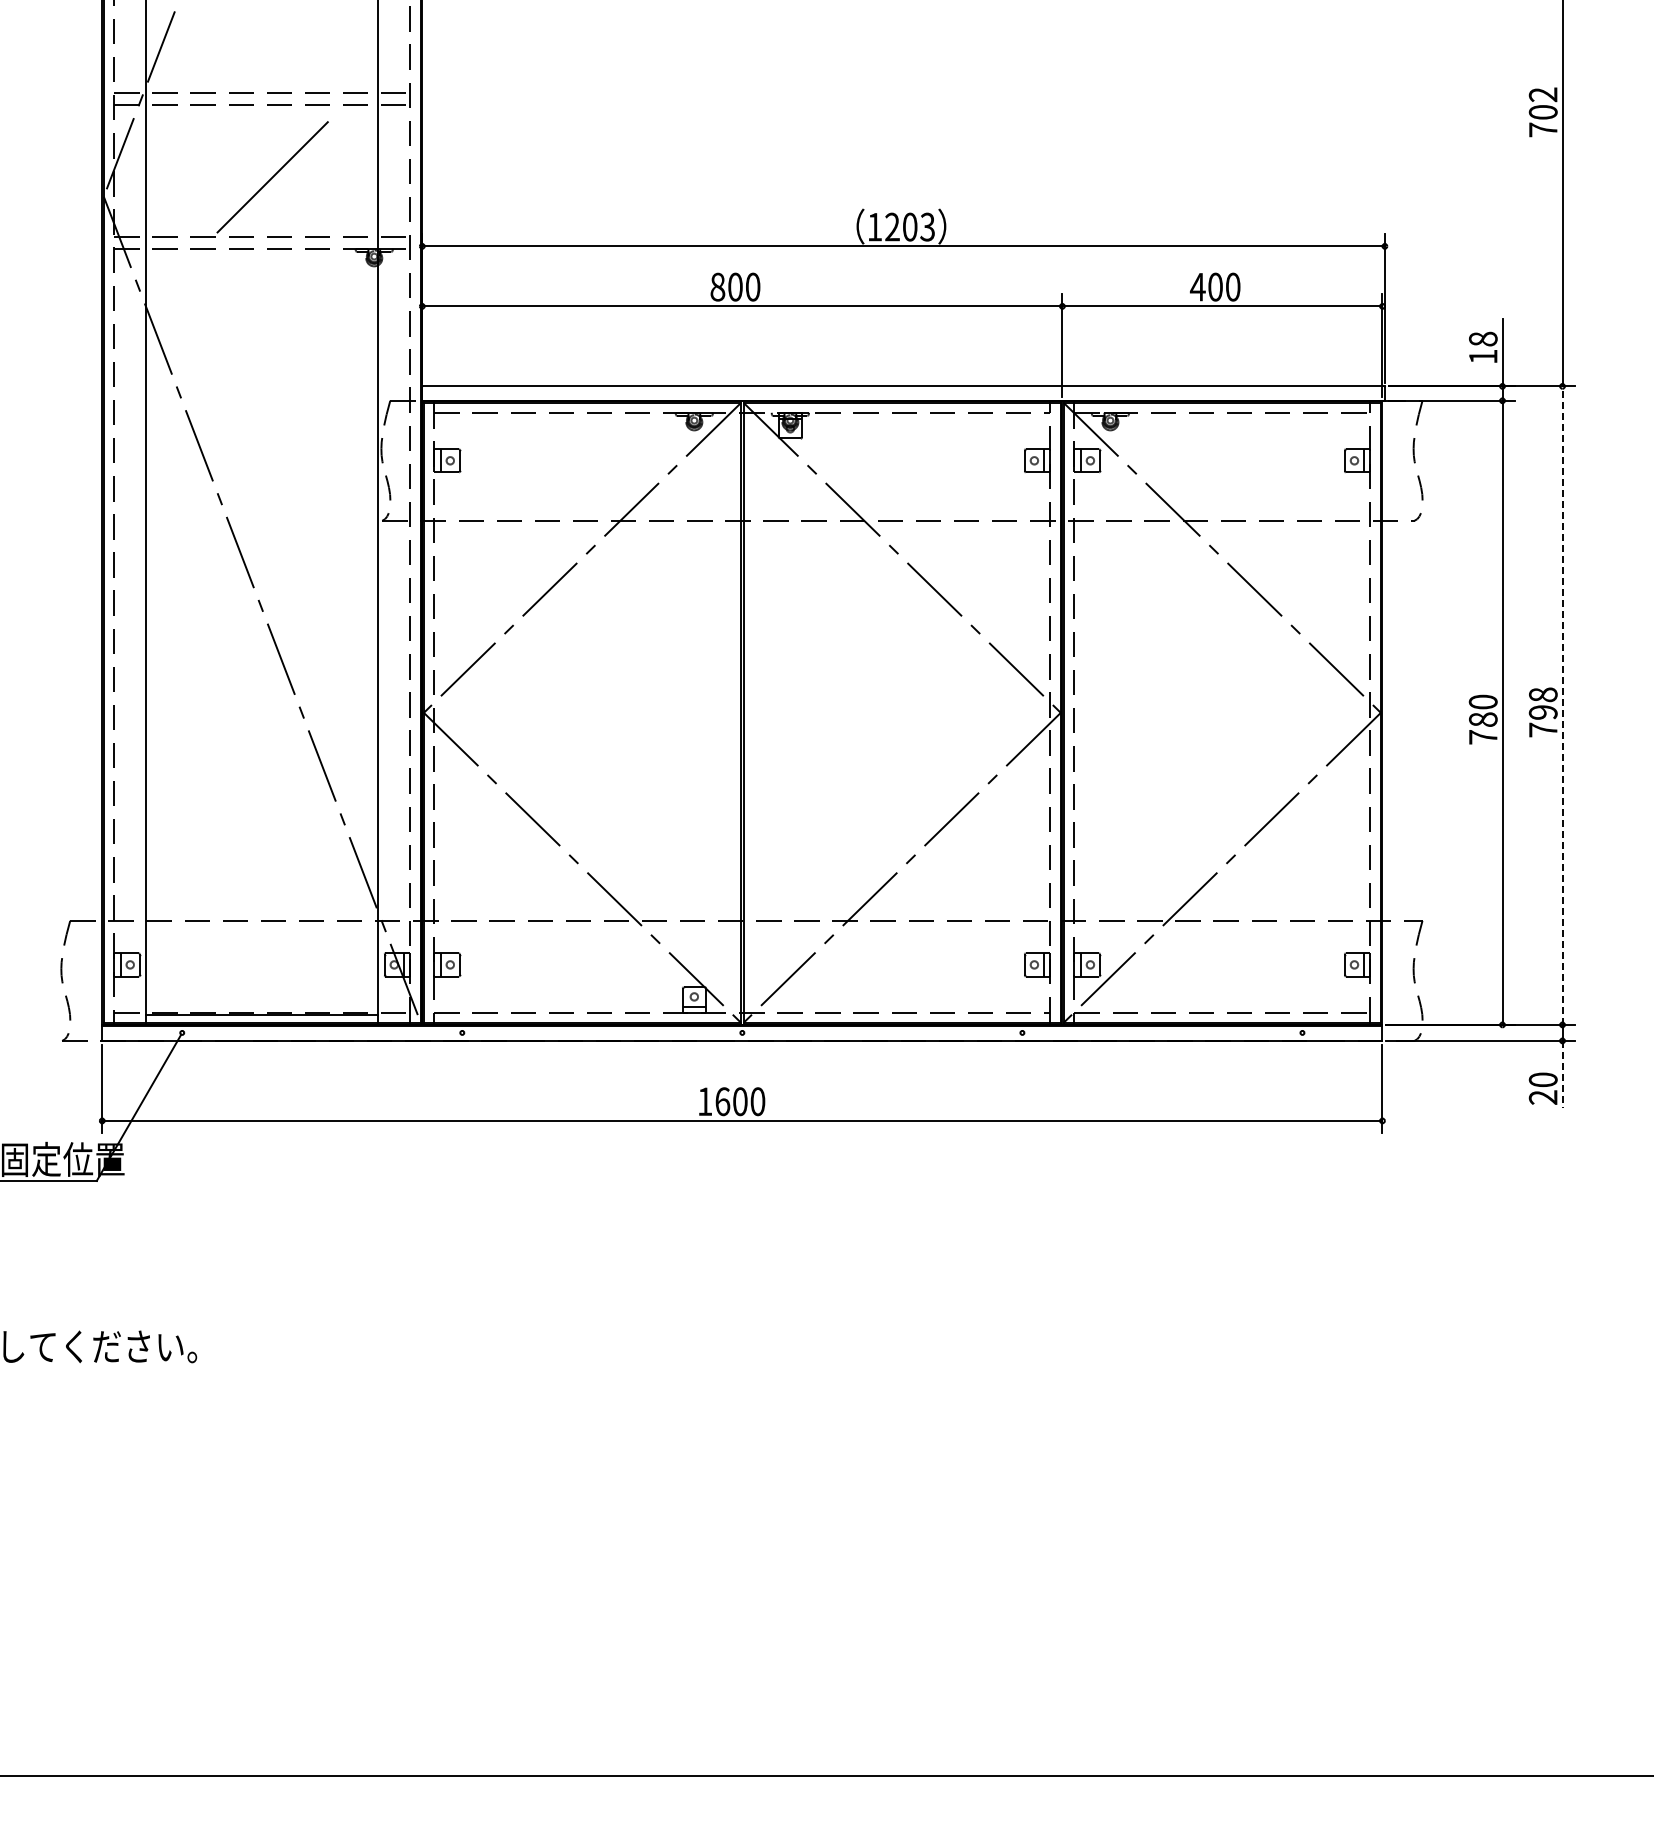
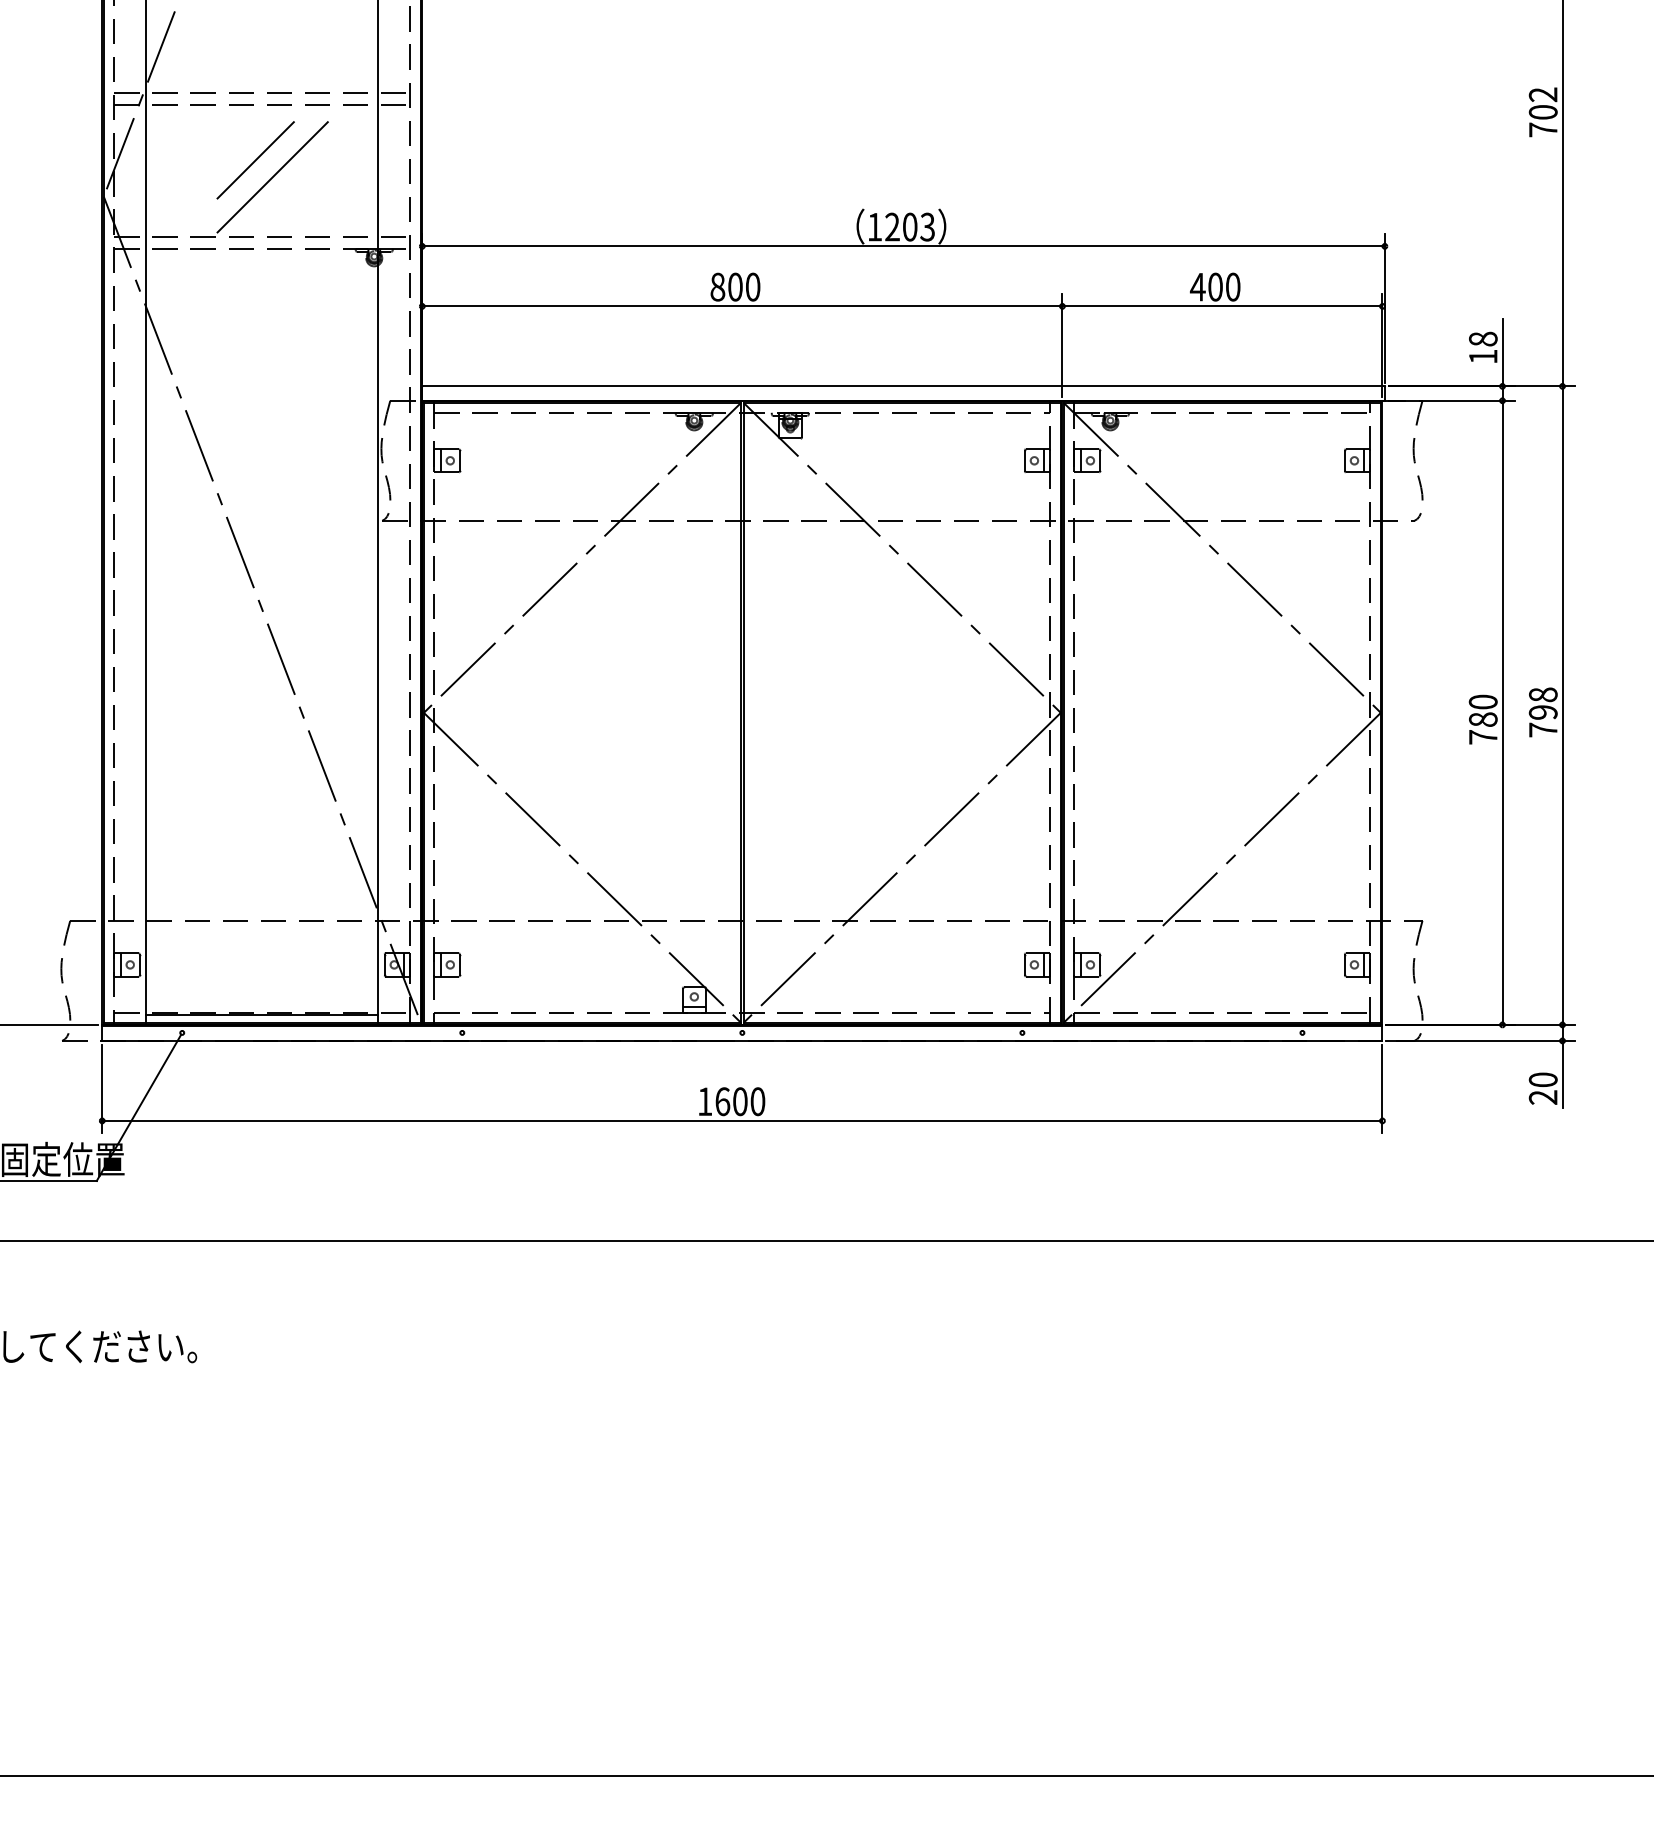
line at (255, 160): none -> present
line at (1562, 705): dashed -> solid
line at (50, 1024): none -> present
line at (1562, 1074): dashed -> solid
line at (826, 1240): none -> present
